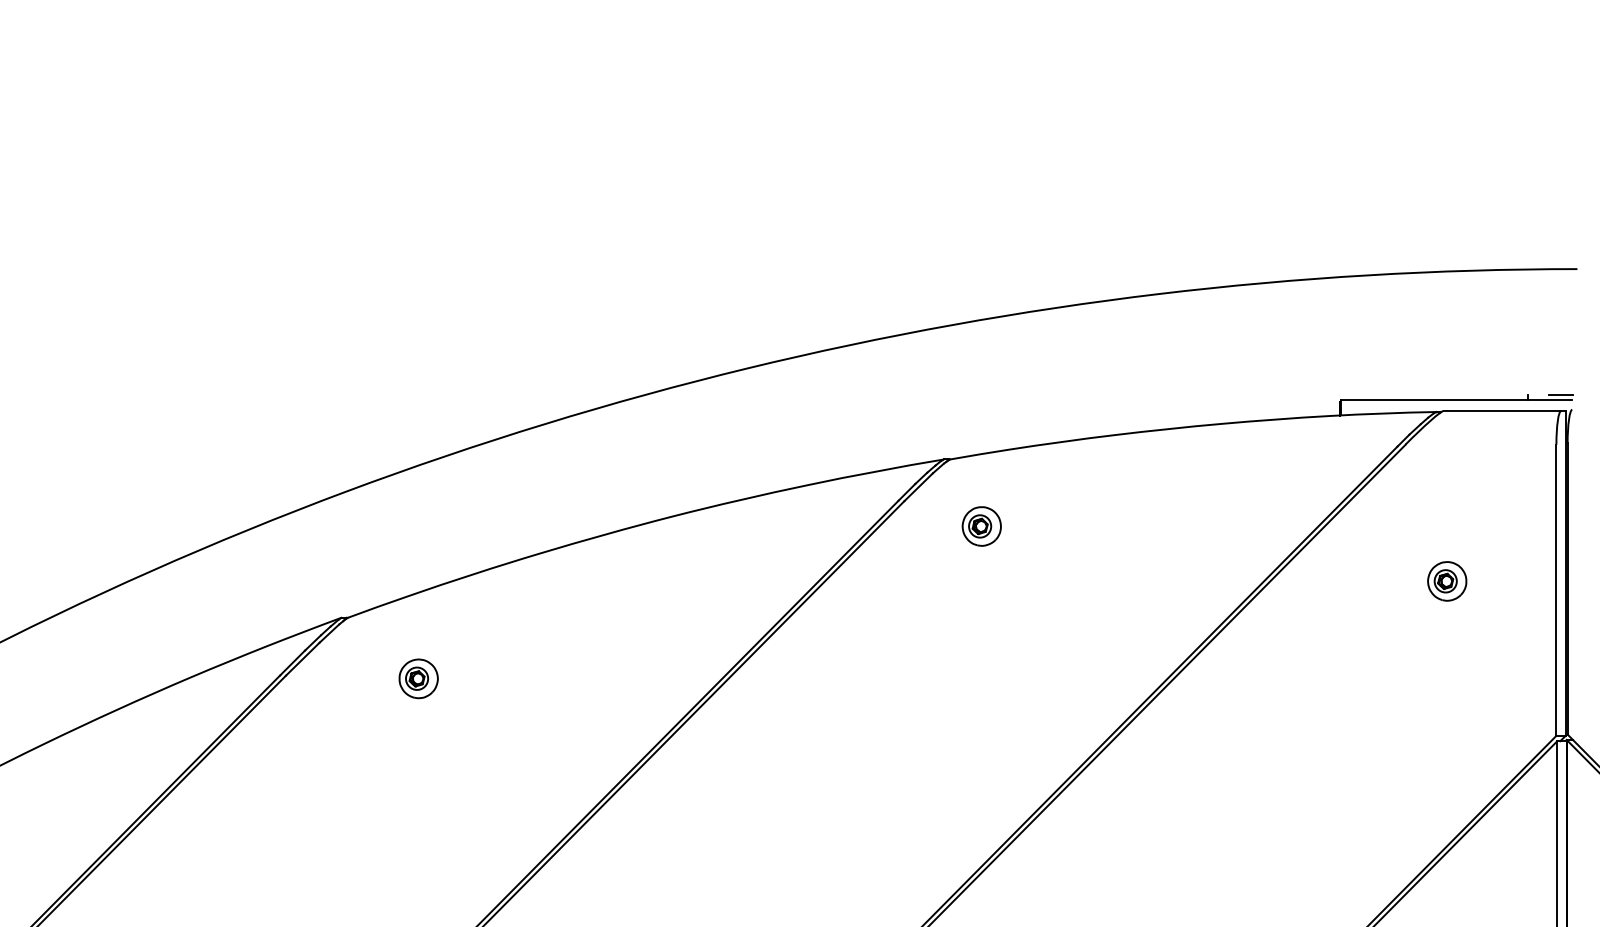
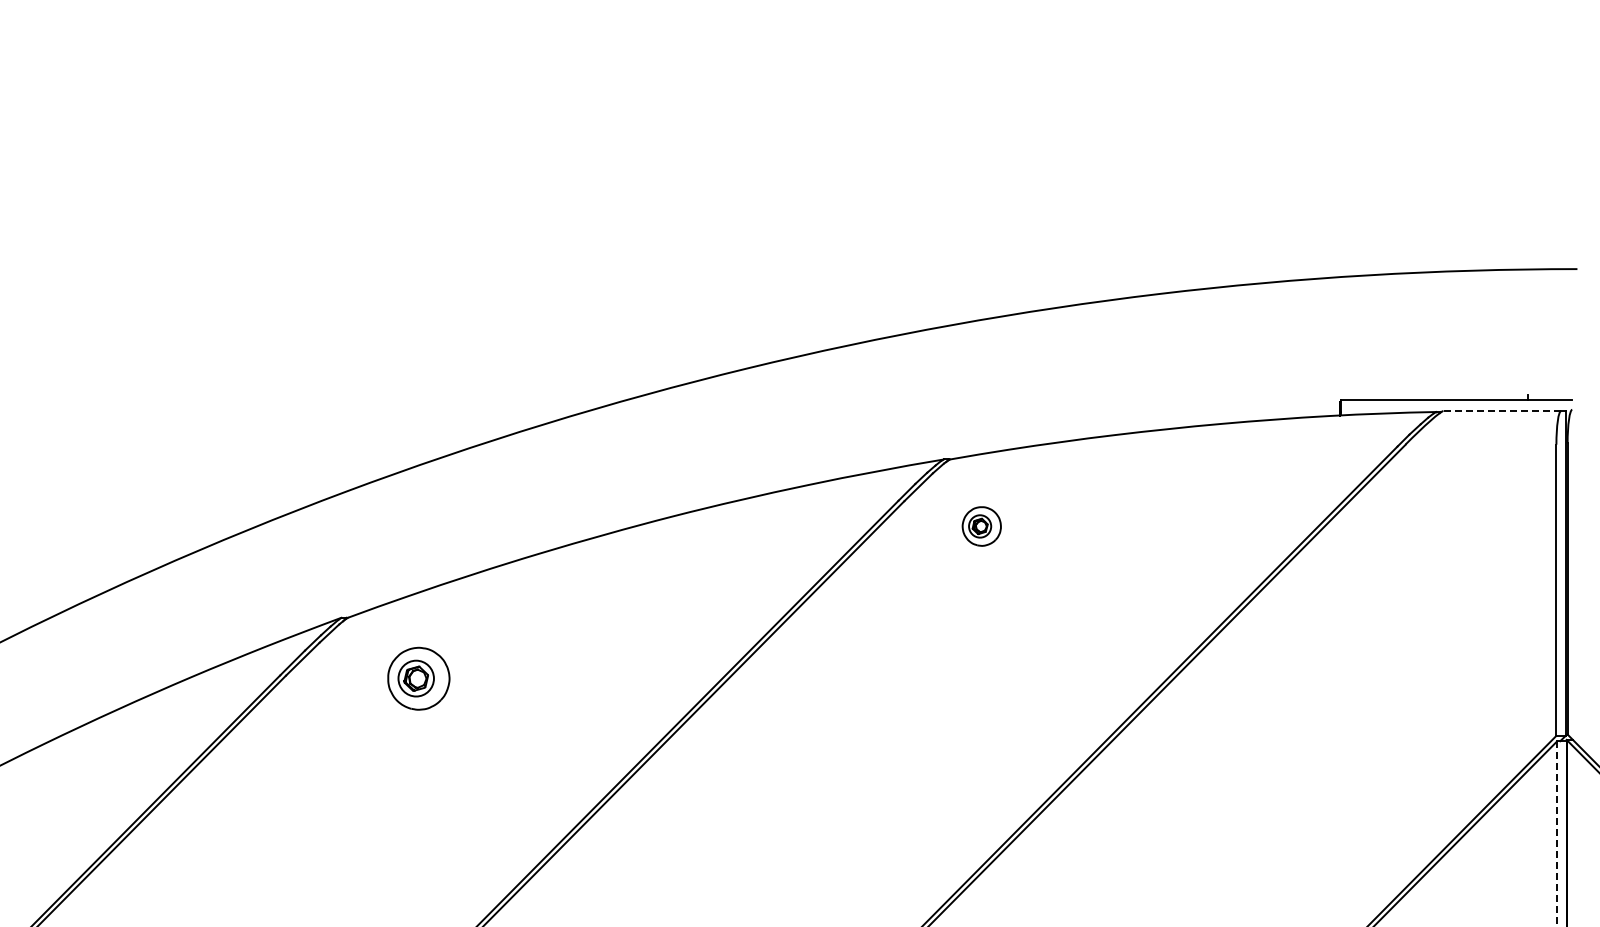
line at (1560, 394): present -> none
line at (1502, 411): solid -> dashed
part at (1447, 581): present -> none
part at (418, 678) size: 41x42 px -> 64x65 px
line at (1557, 834): solid -> dashed
